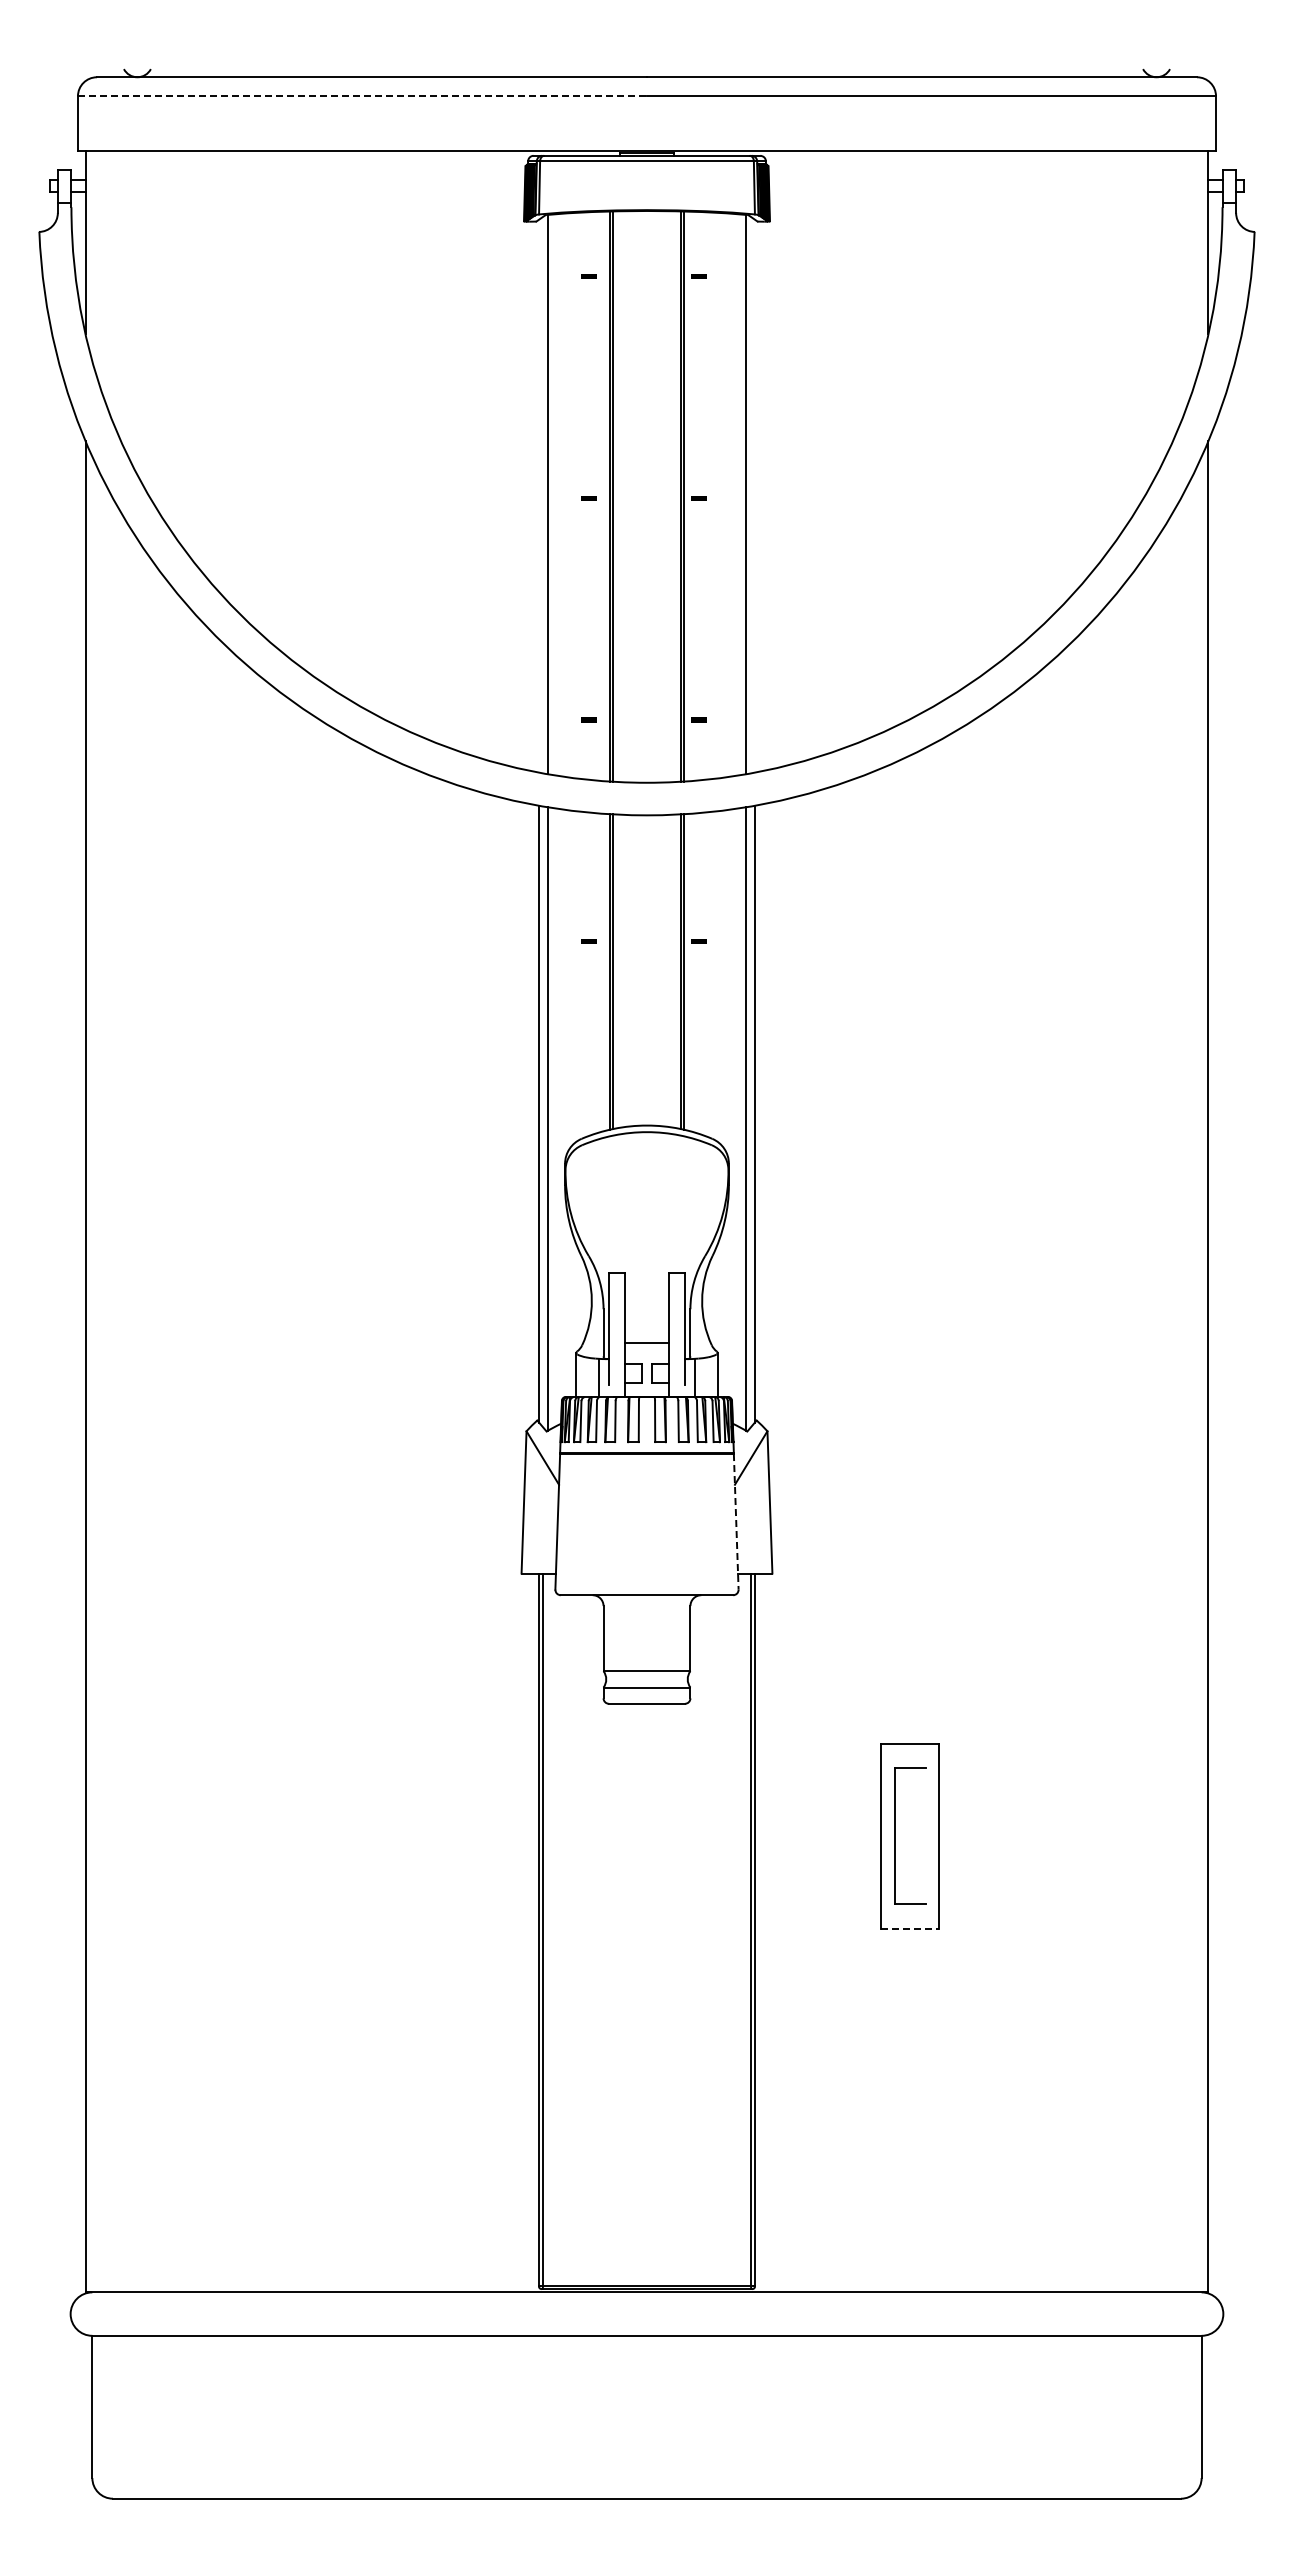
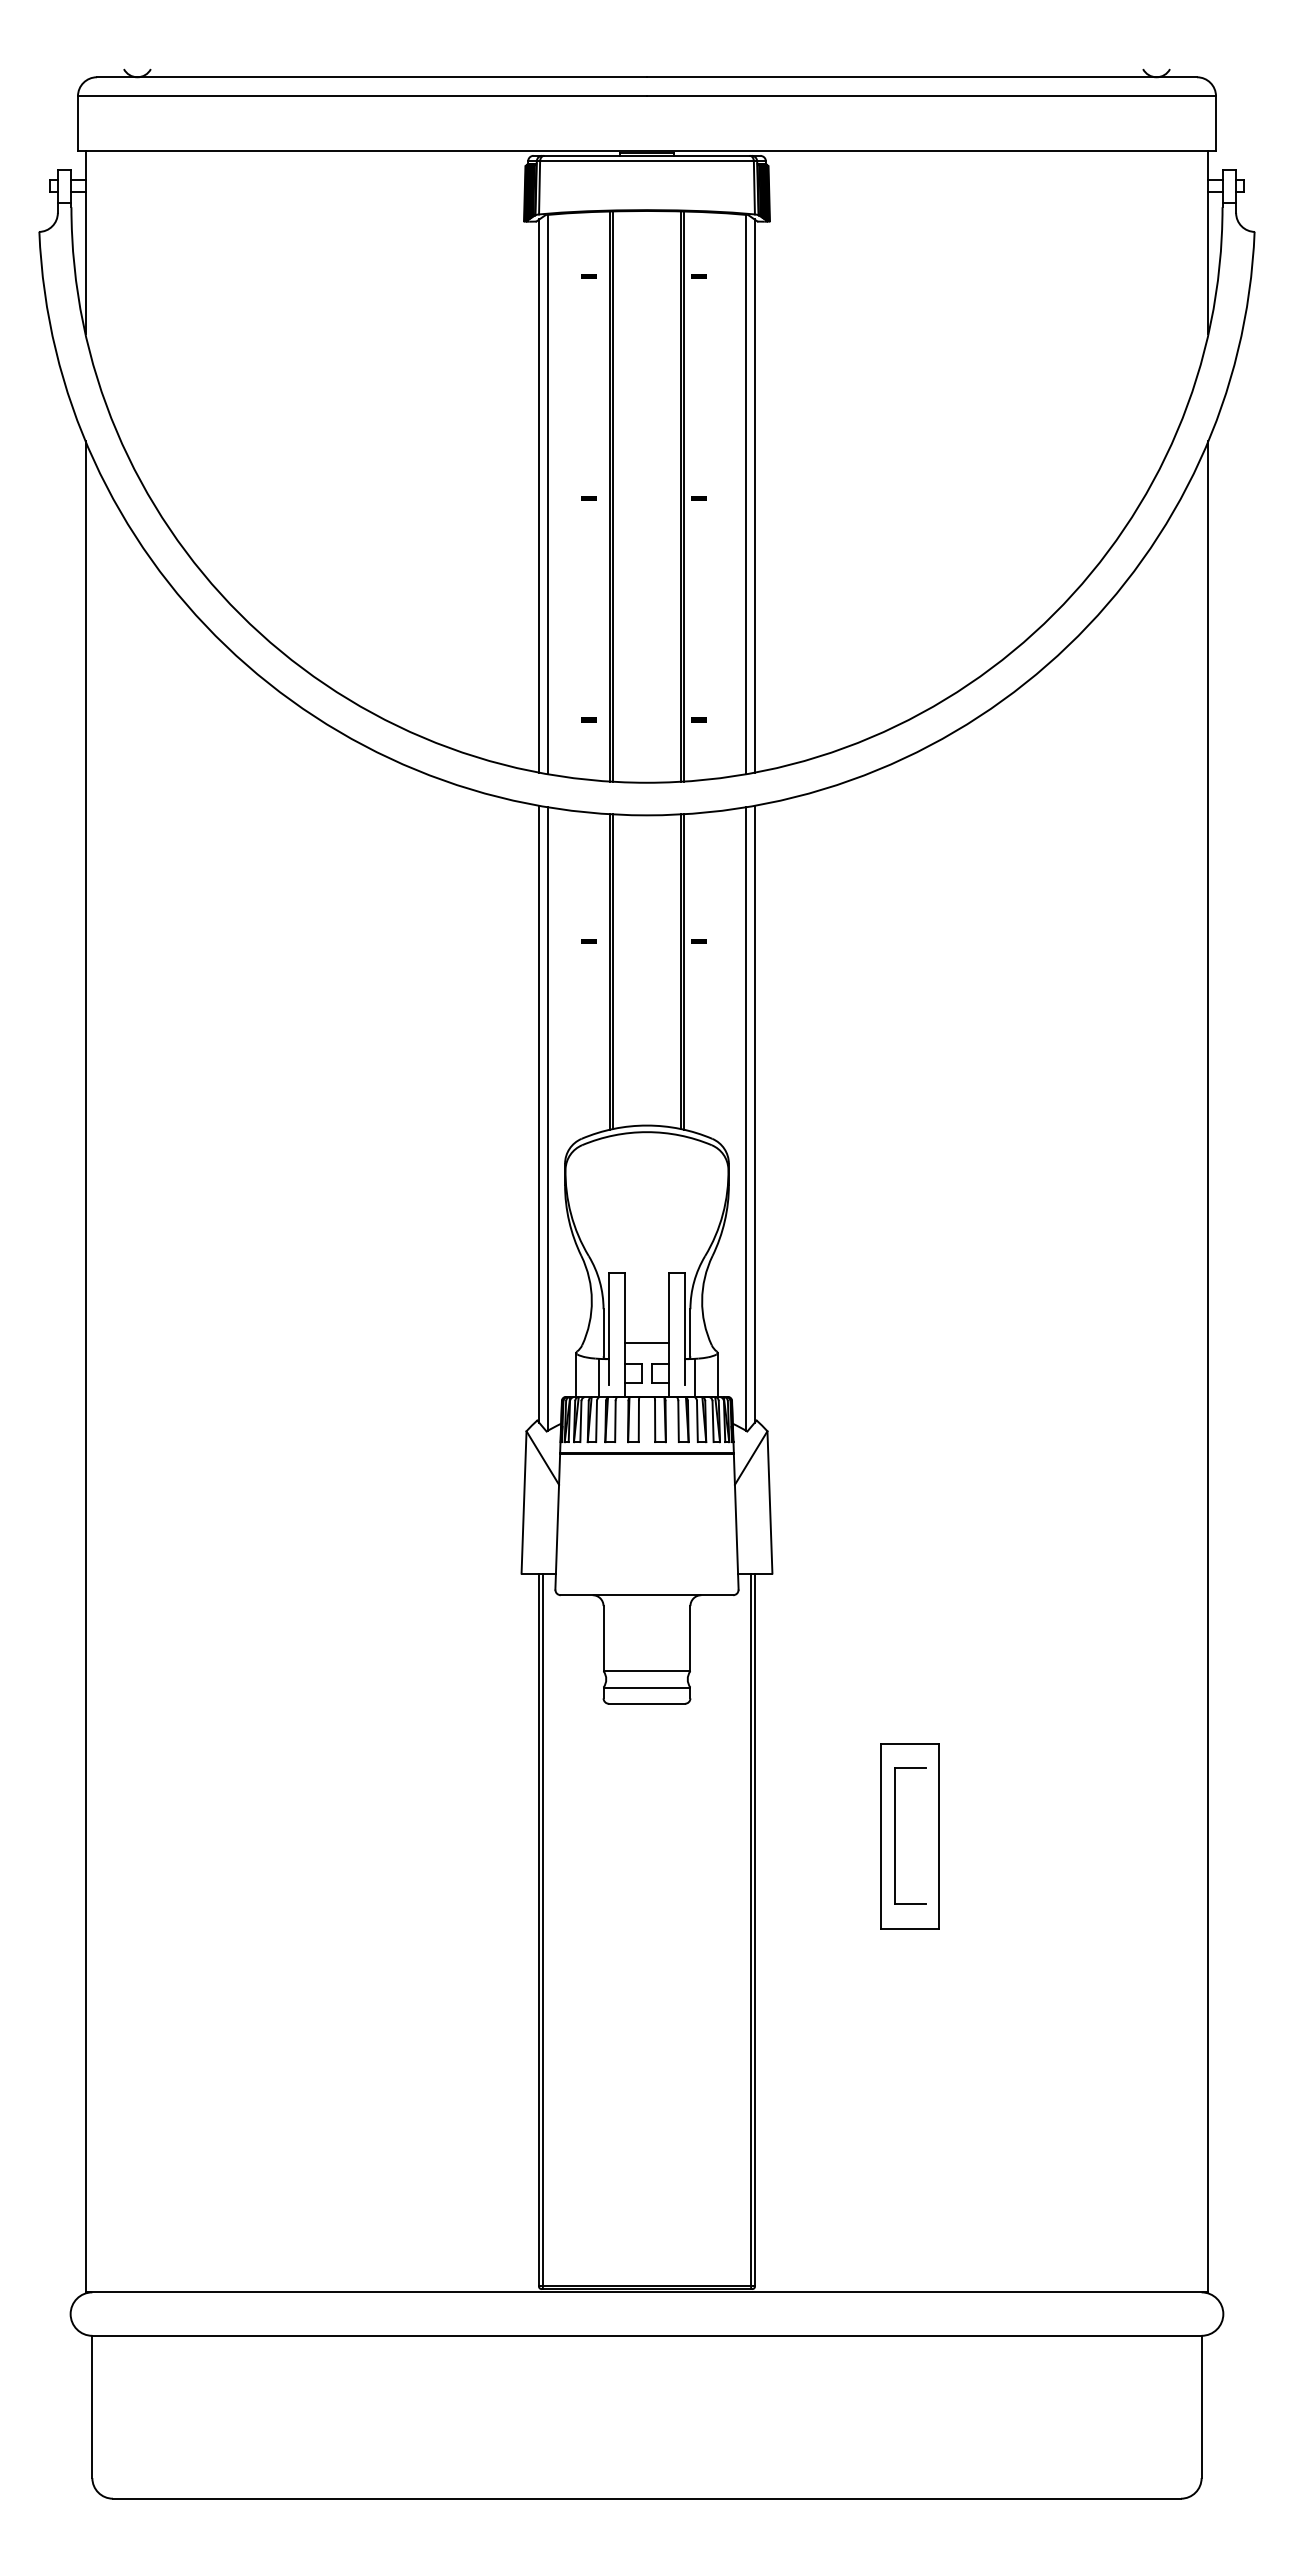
line at (362, 96): dashed -> solid
line at (539, 495): none -> present
line at (754, 495): none -> present
line at (736, 1521): dashed -> solid
line at (909, 1928): dashed -> solid
